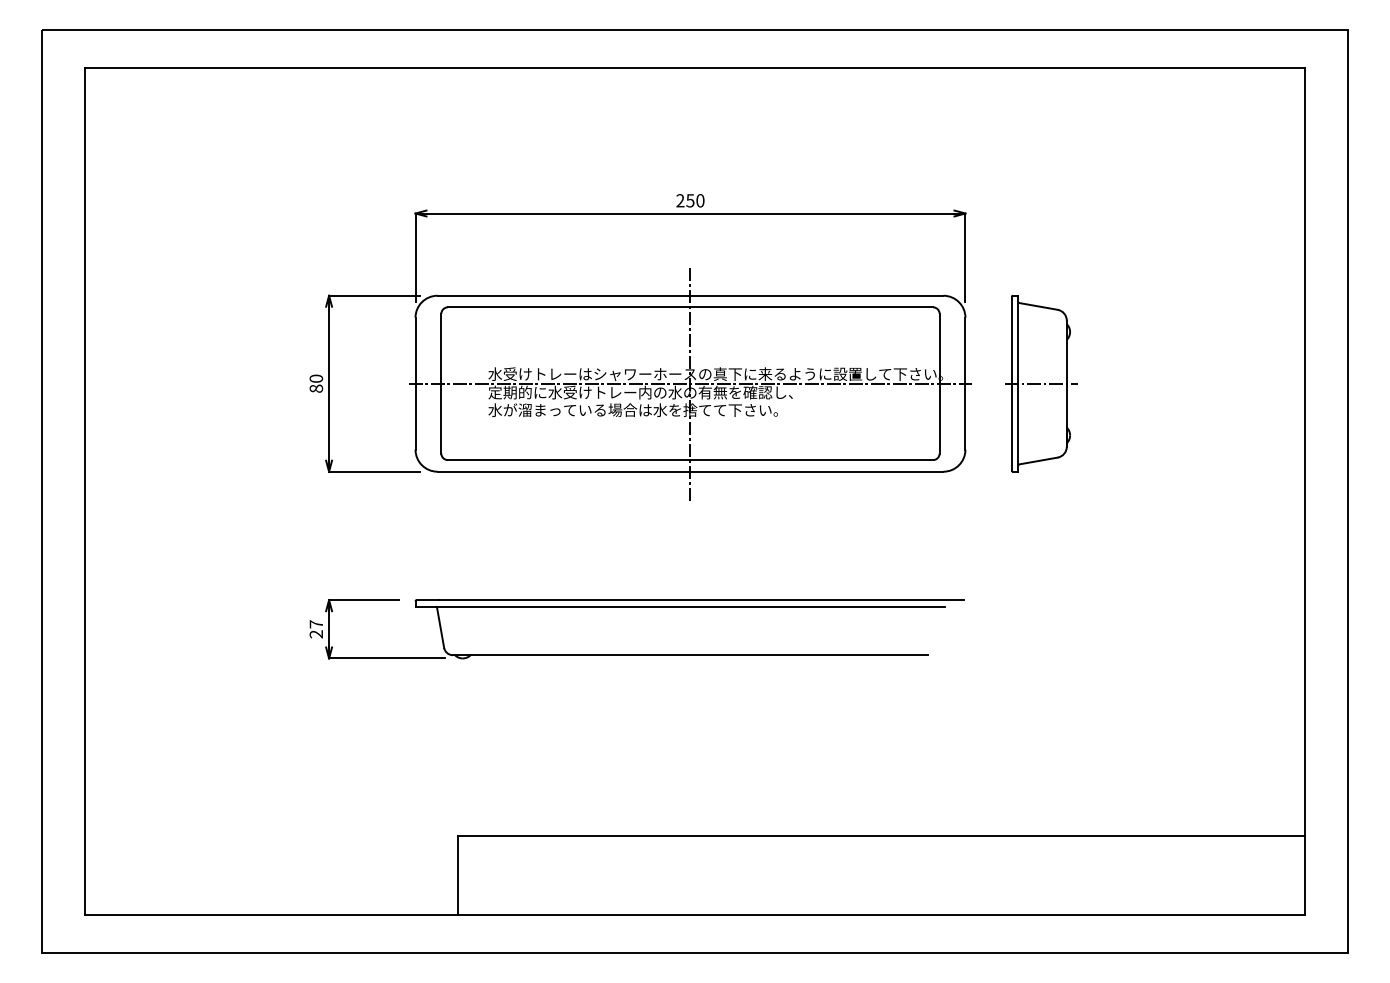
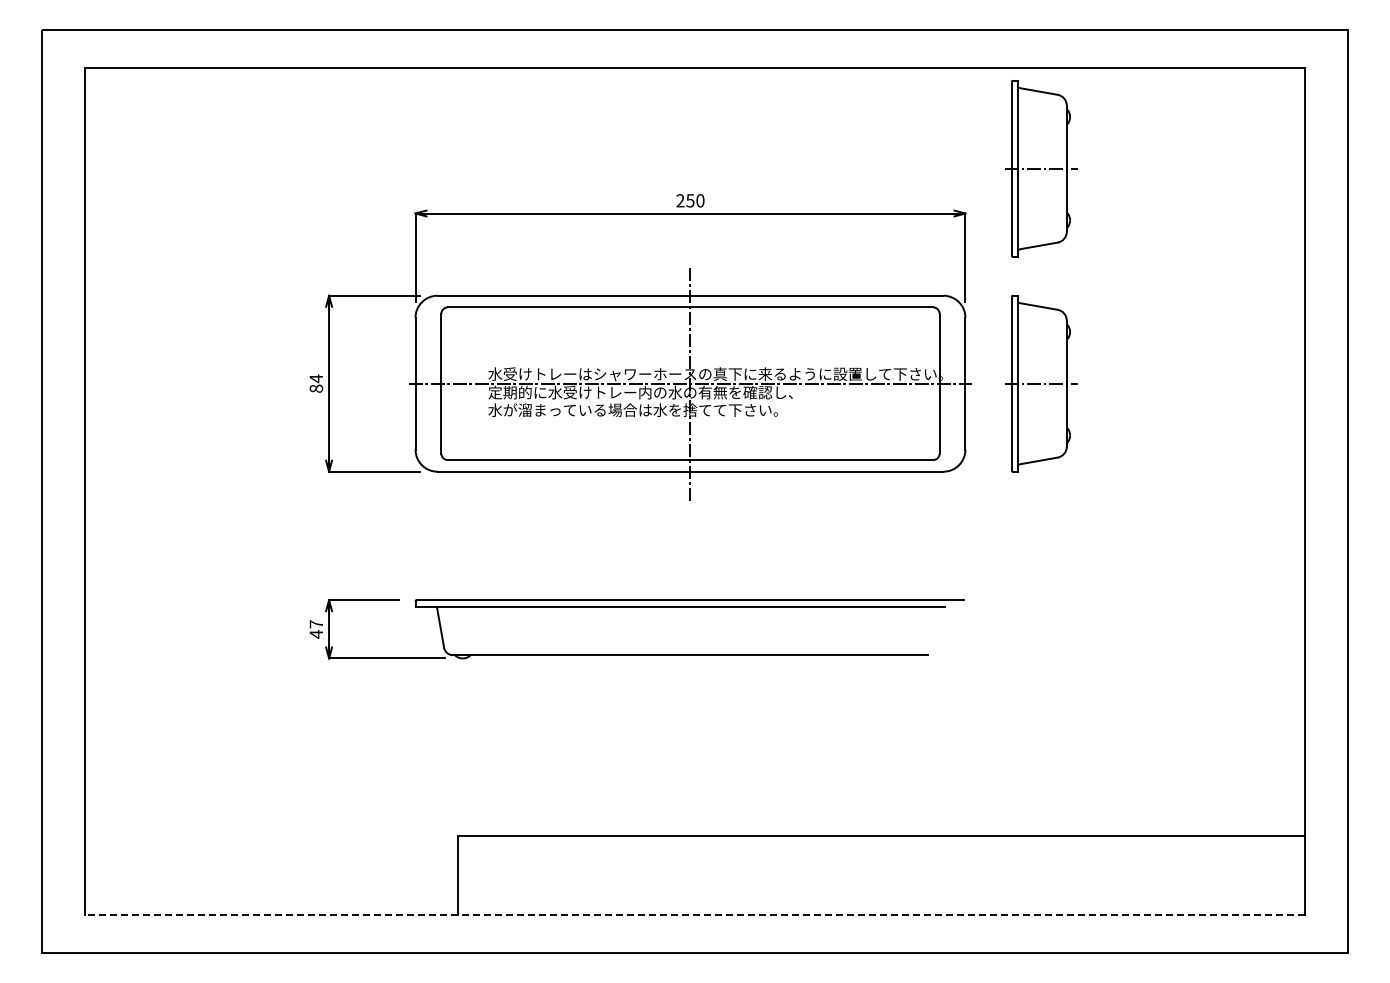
part at (1041, 168): none -> present
text at (316, 378): 80 -> 84
text at (315, 633): 27 -> 47
line at (694, 914): solid -> dashed
